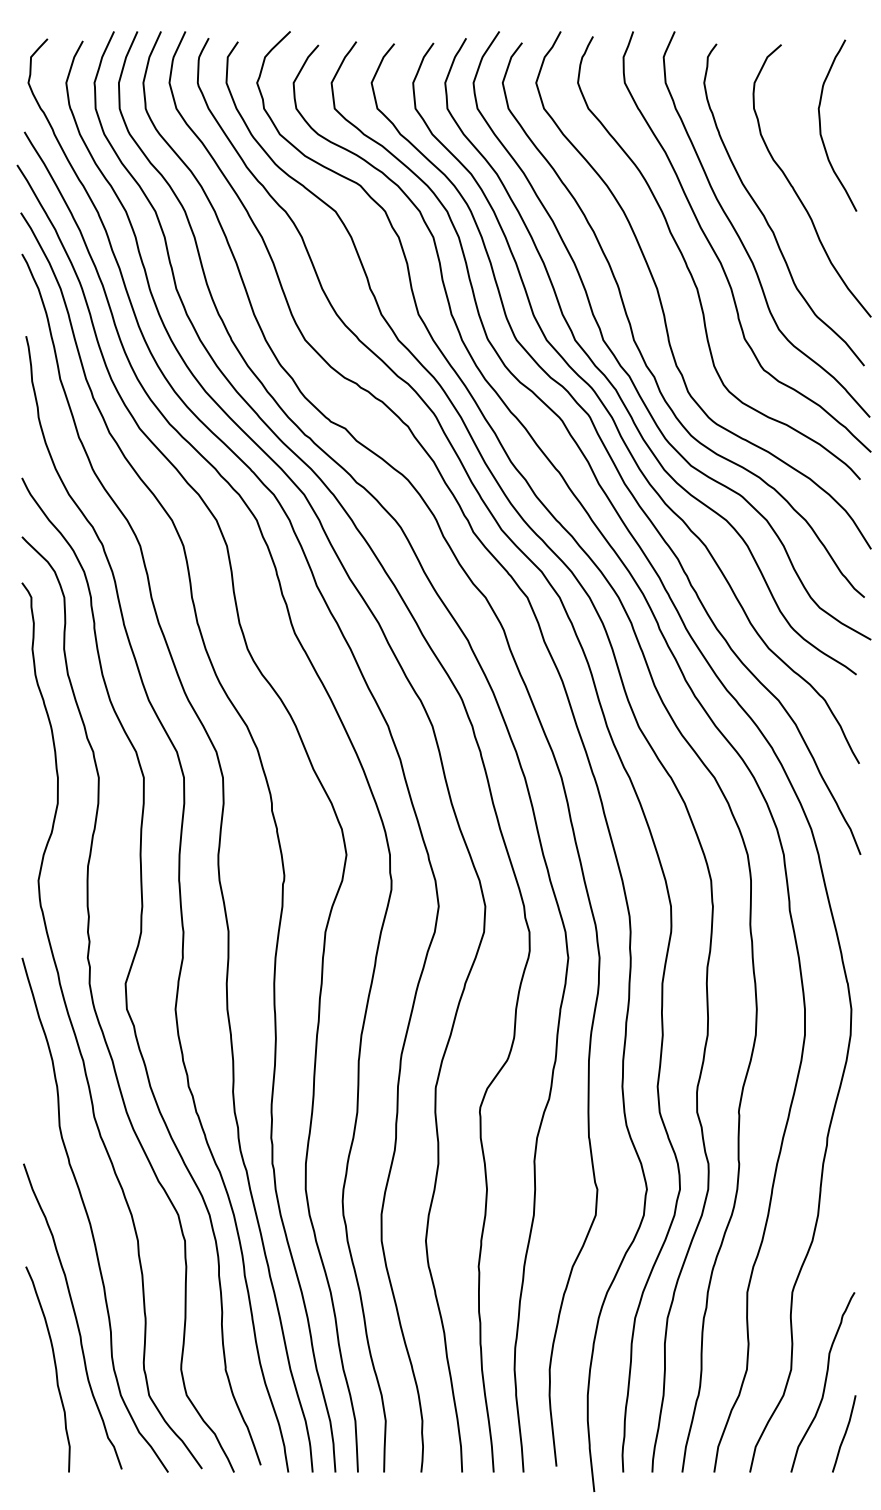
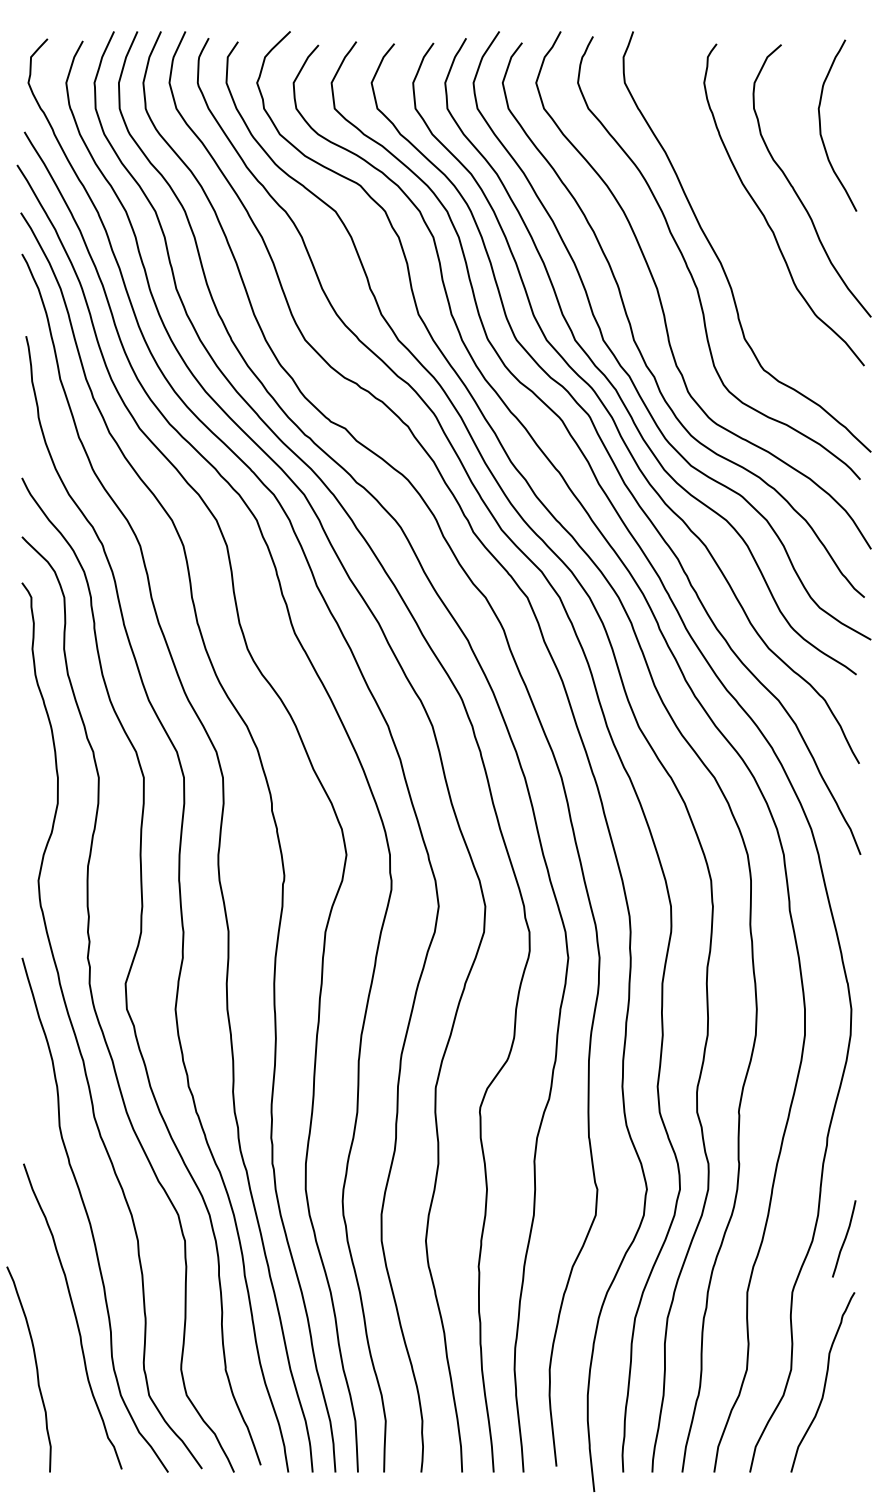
curve at (740, 237): present -> none
curve at (54, 1366) position: (54, 1366) -> (35, 1366)
curve at (844, 1433) position: (844, 1433) -> (844, 1238)
